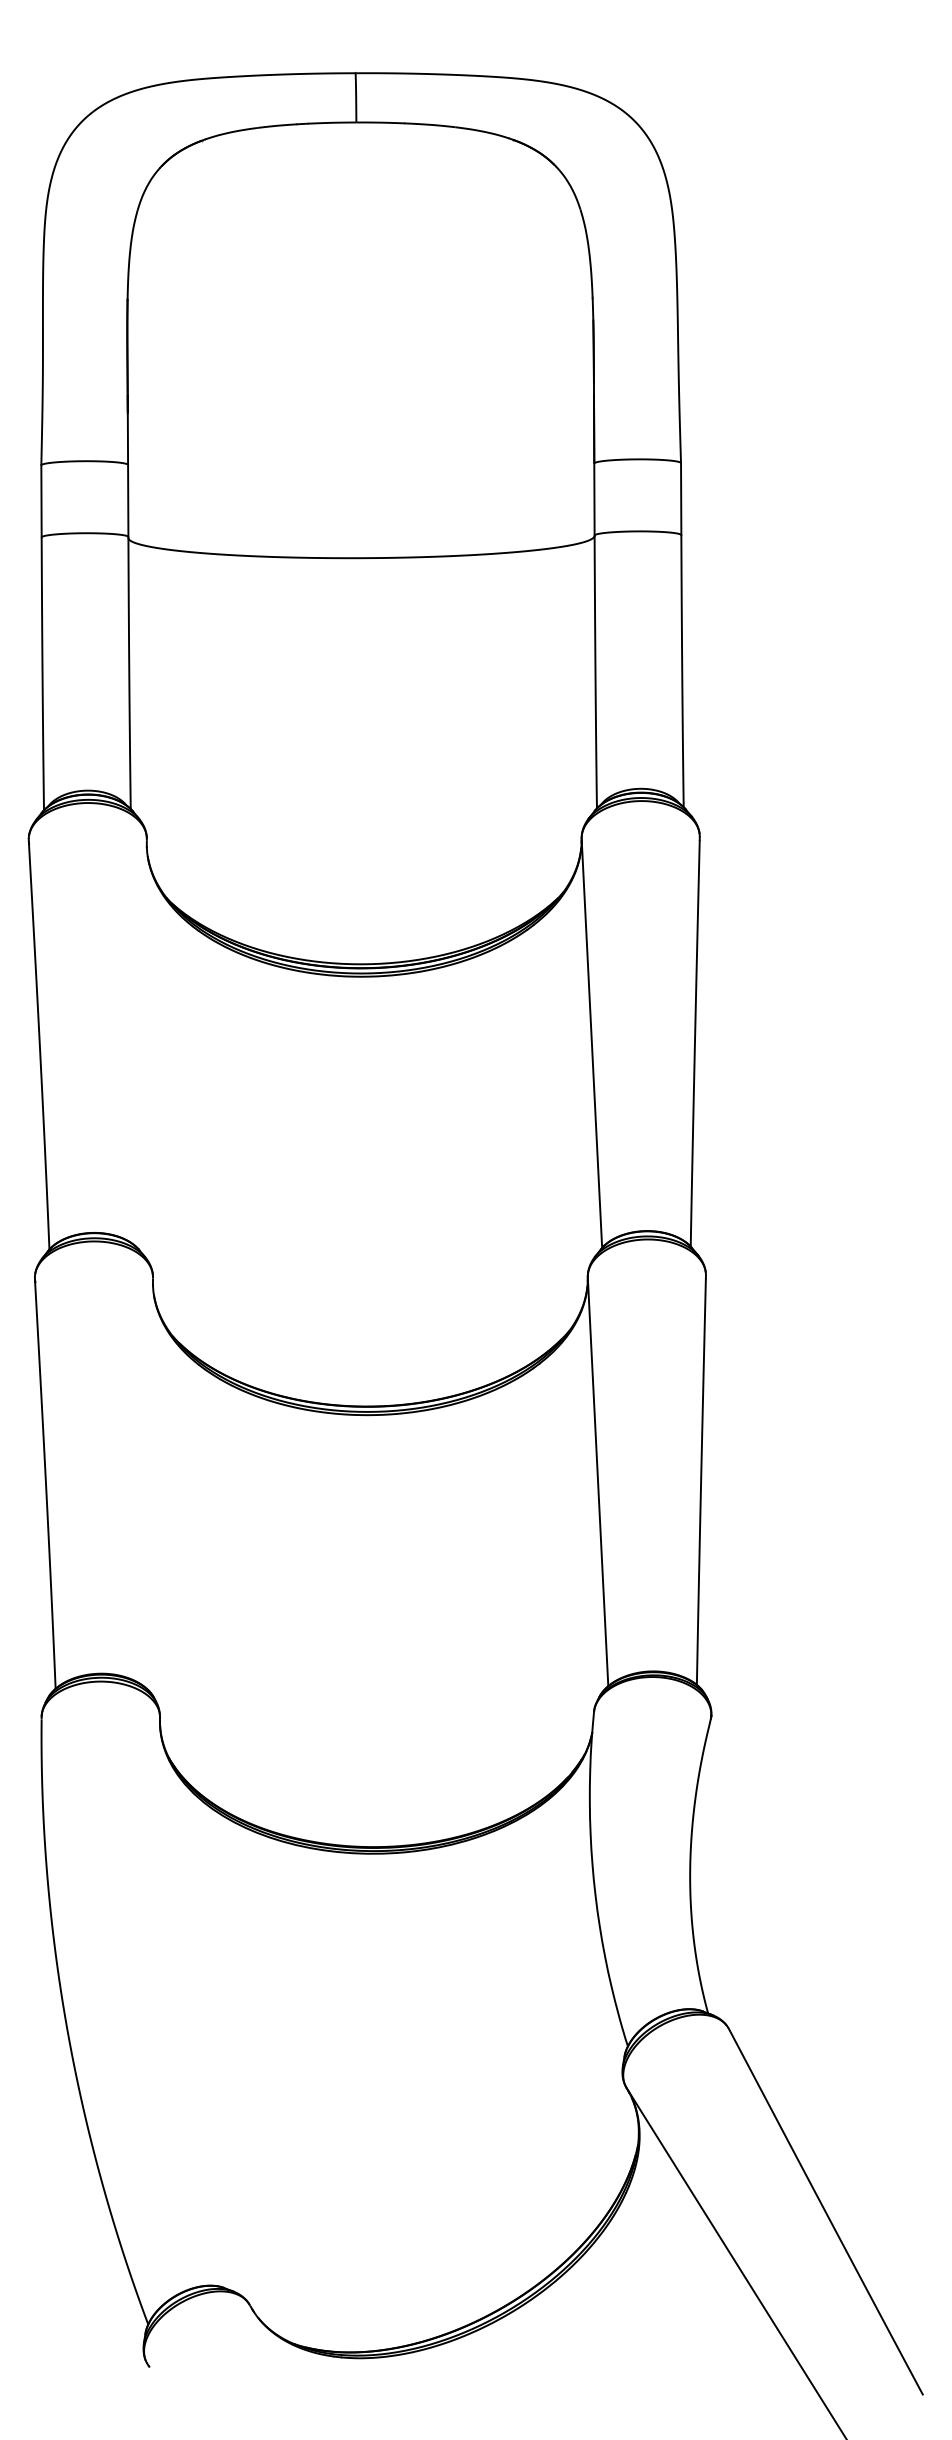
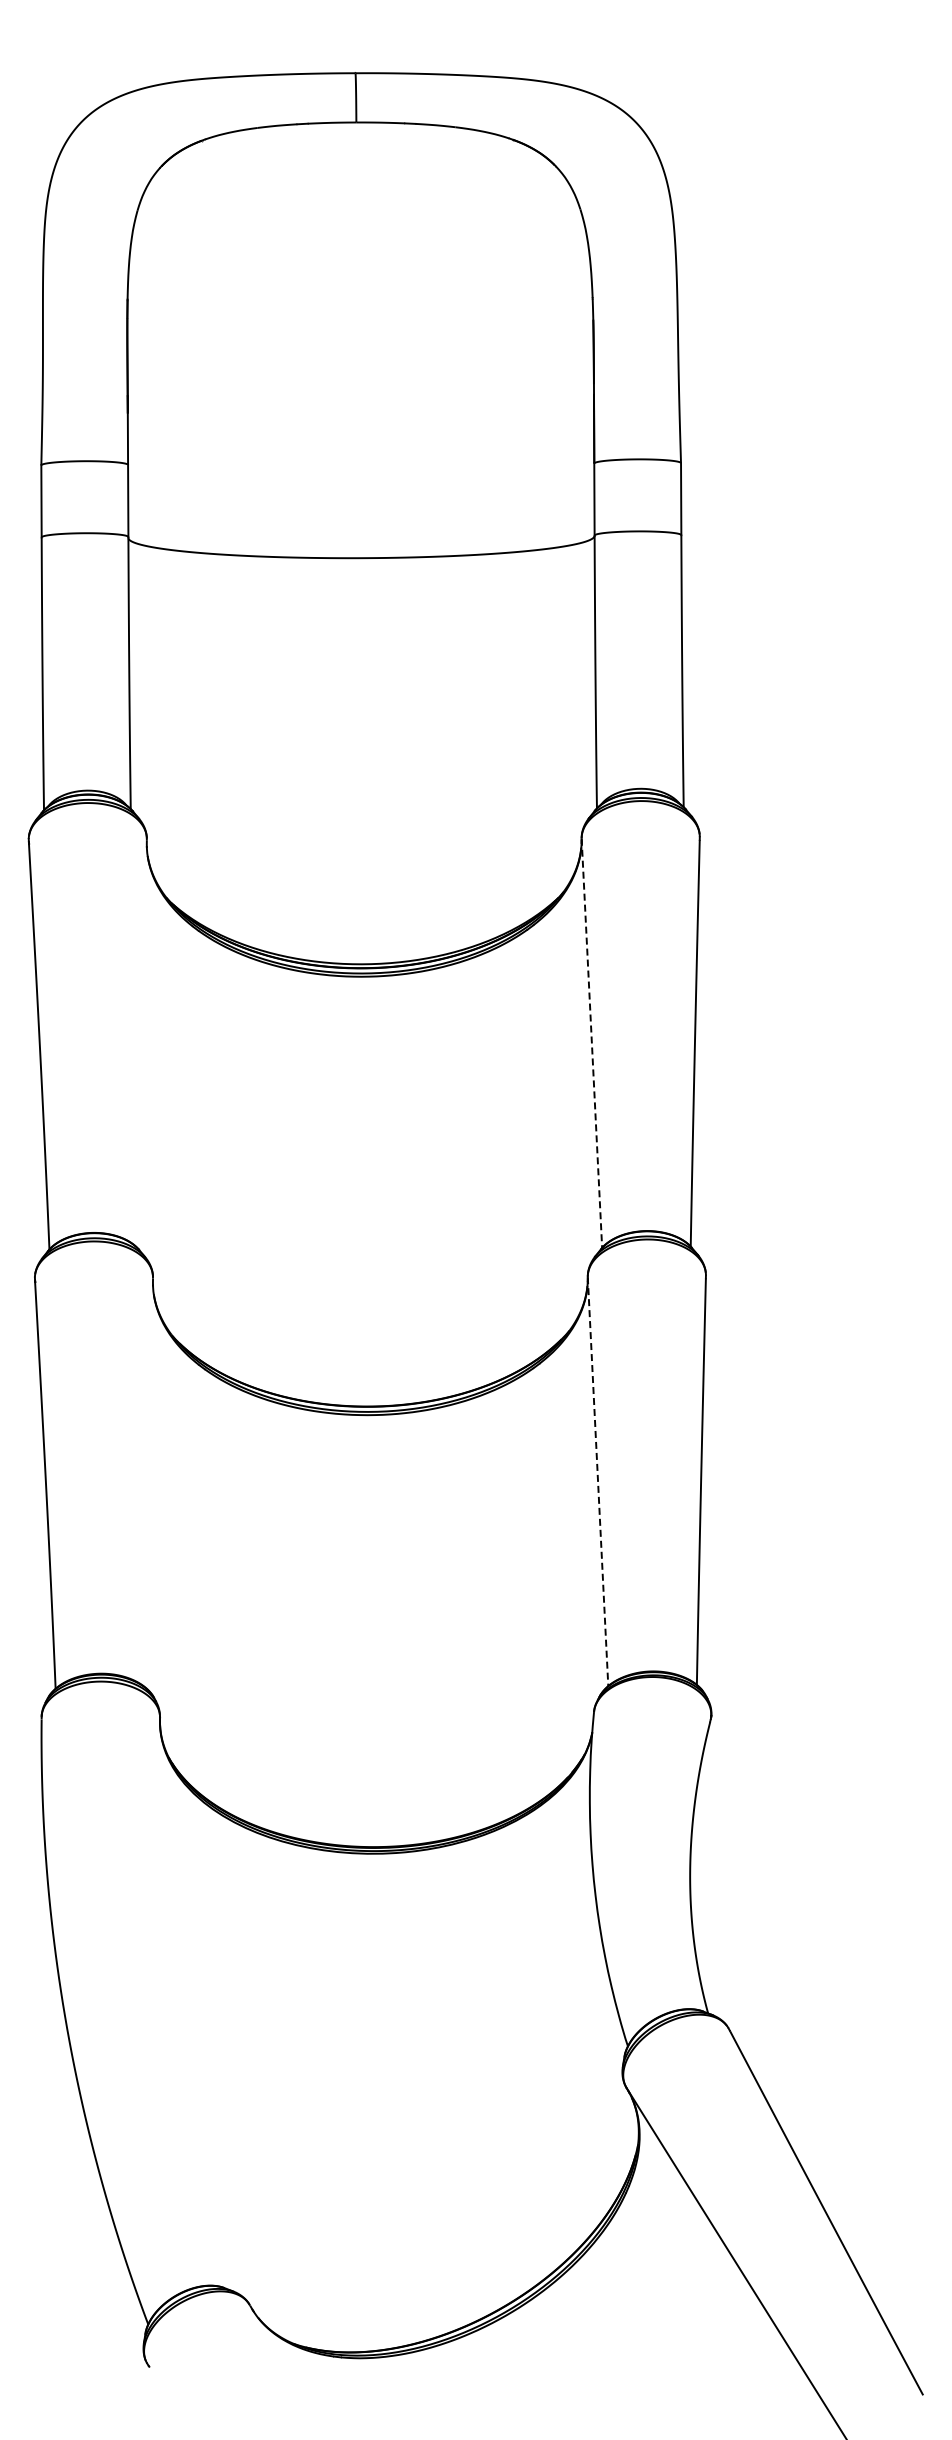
line at (591, 1043): solid -> dashed
line at (598, 1481): solid -> dashed
